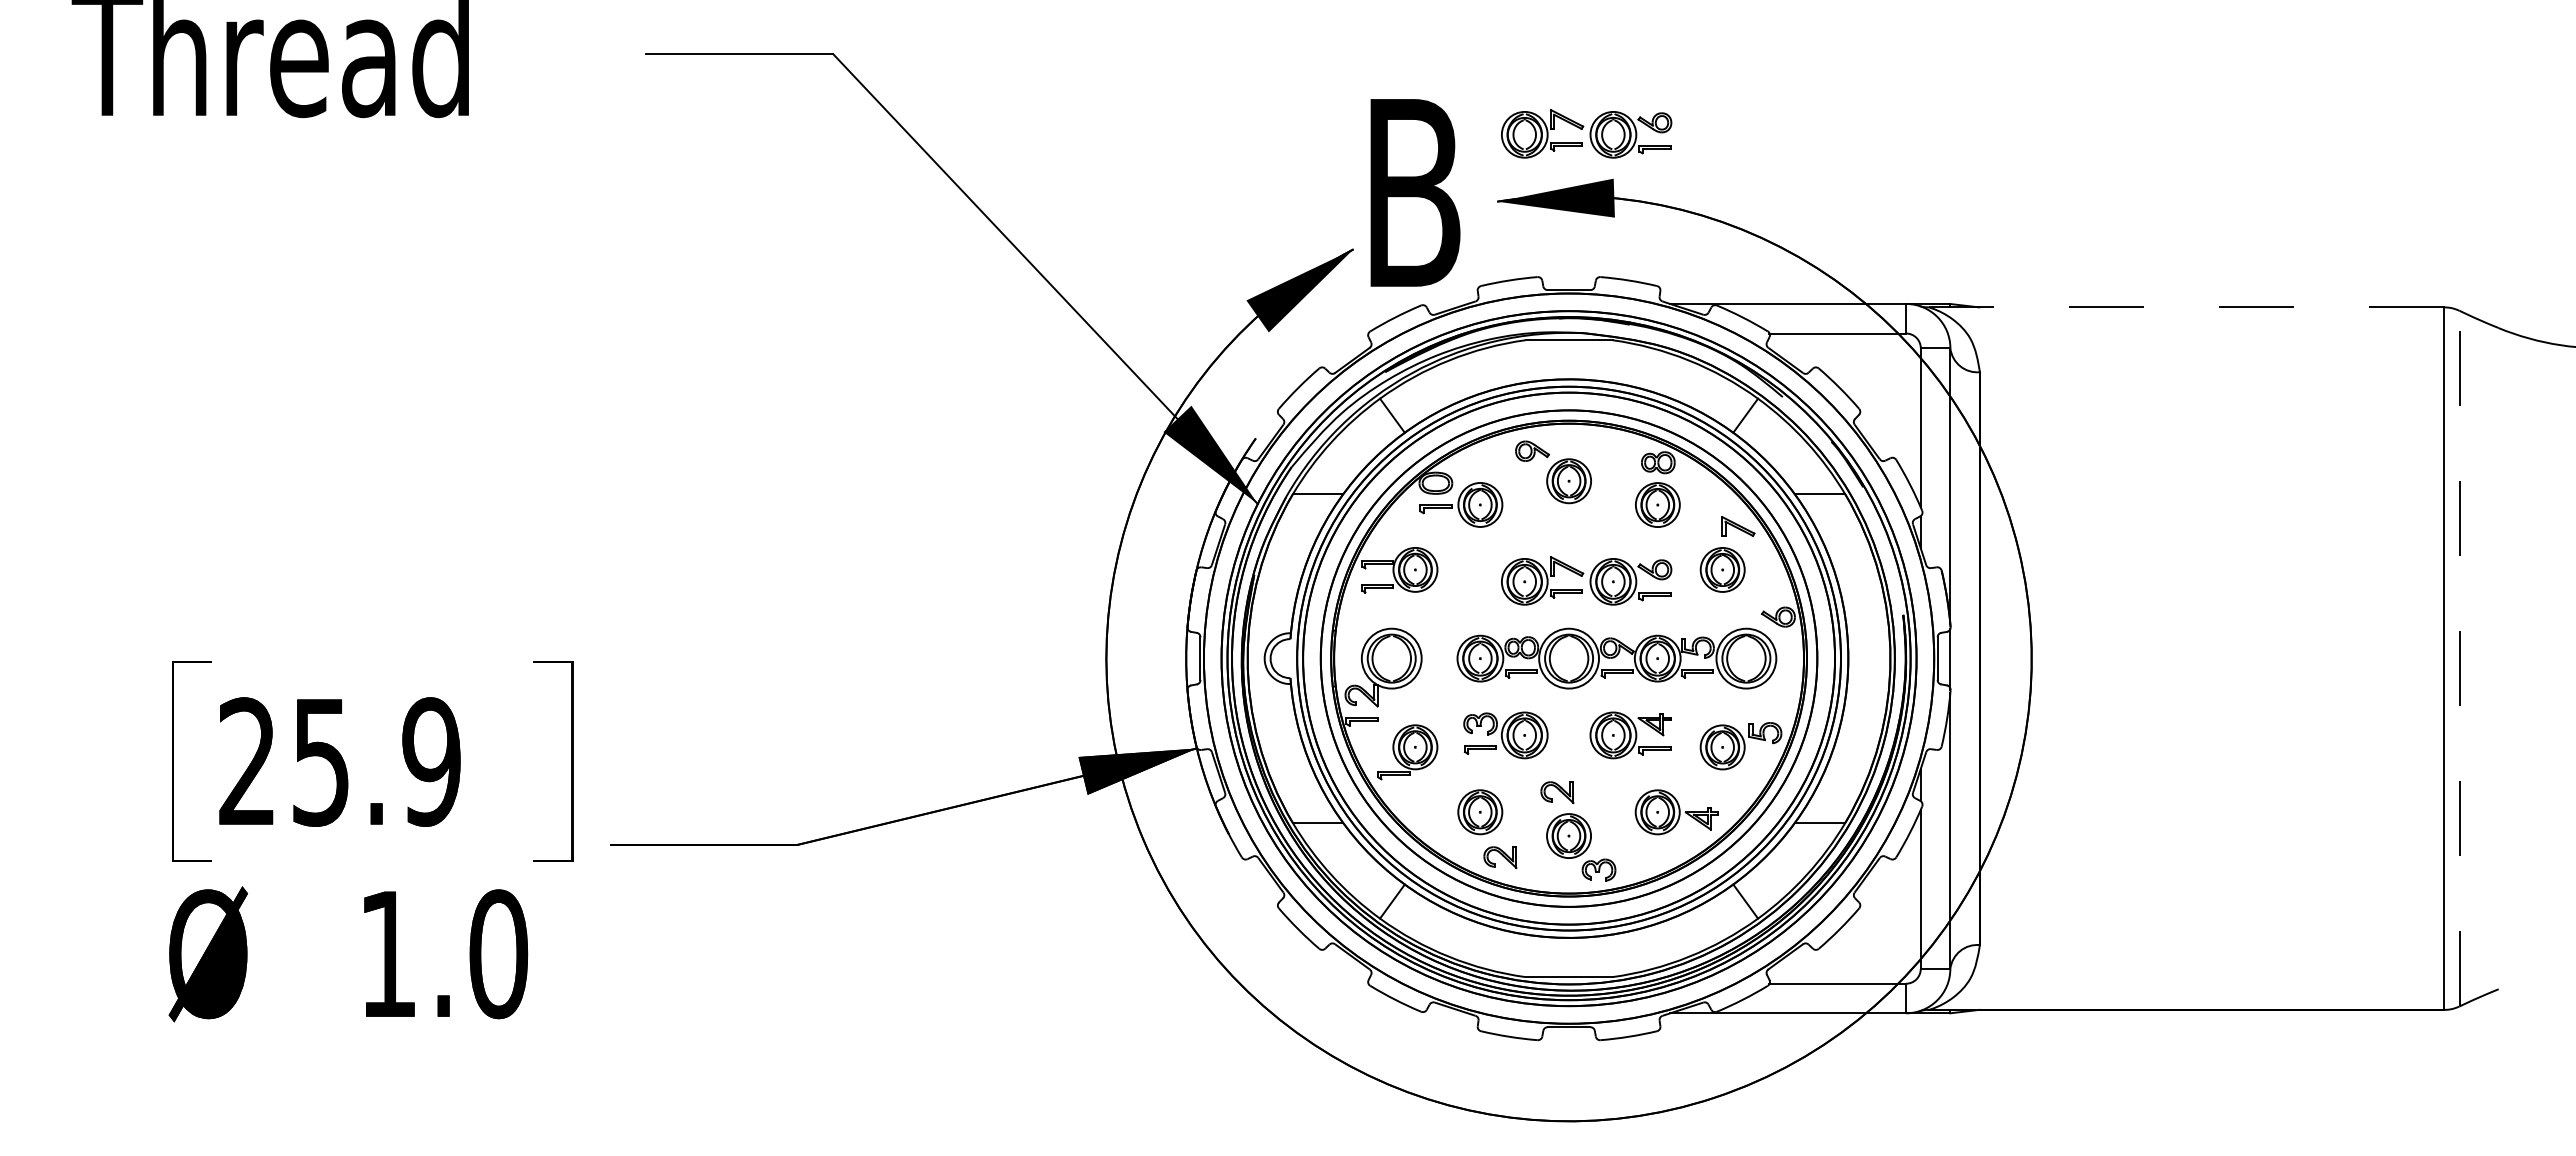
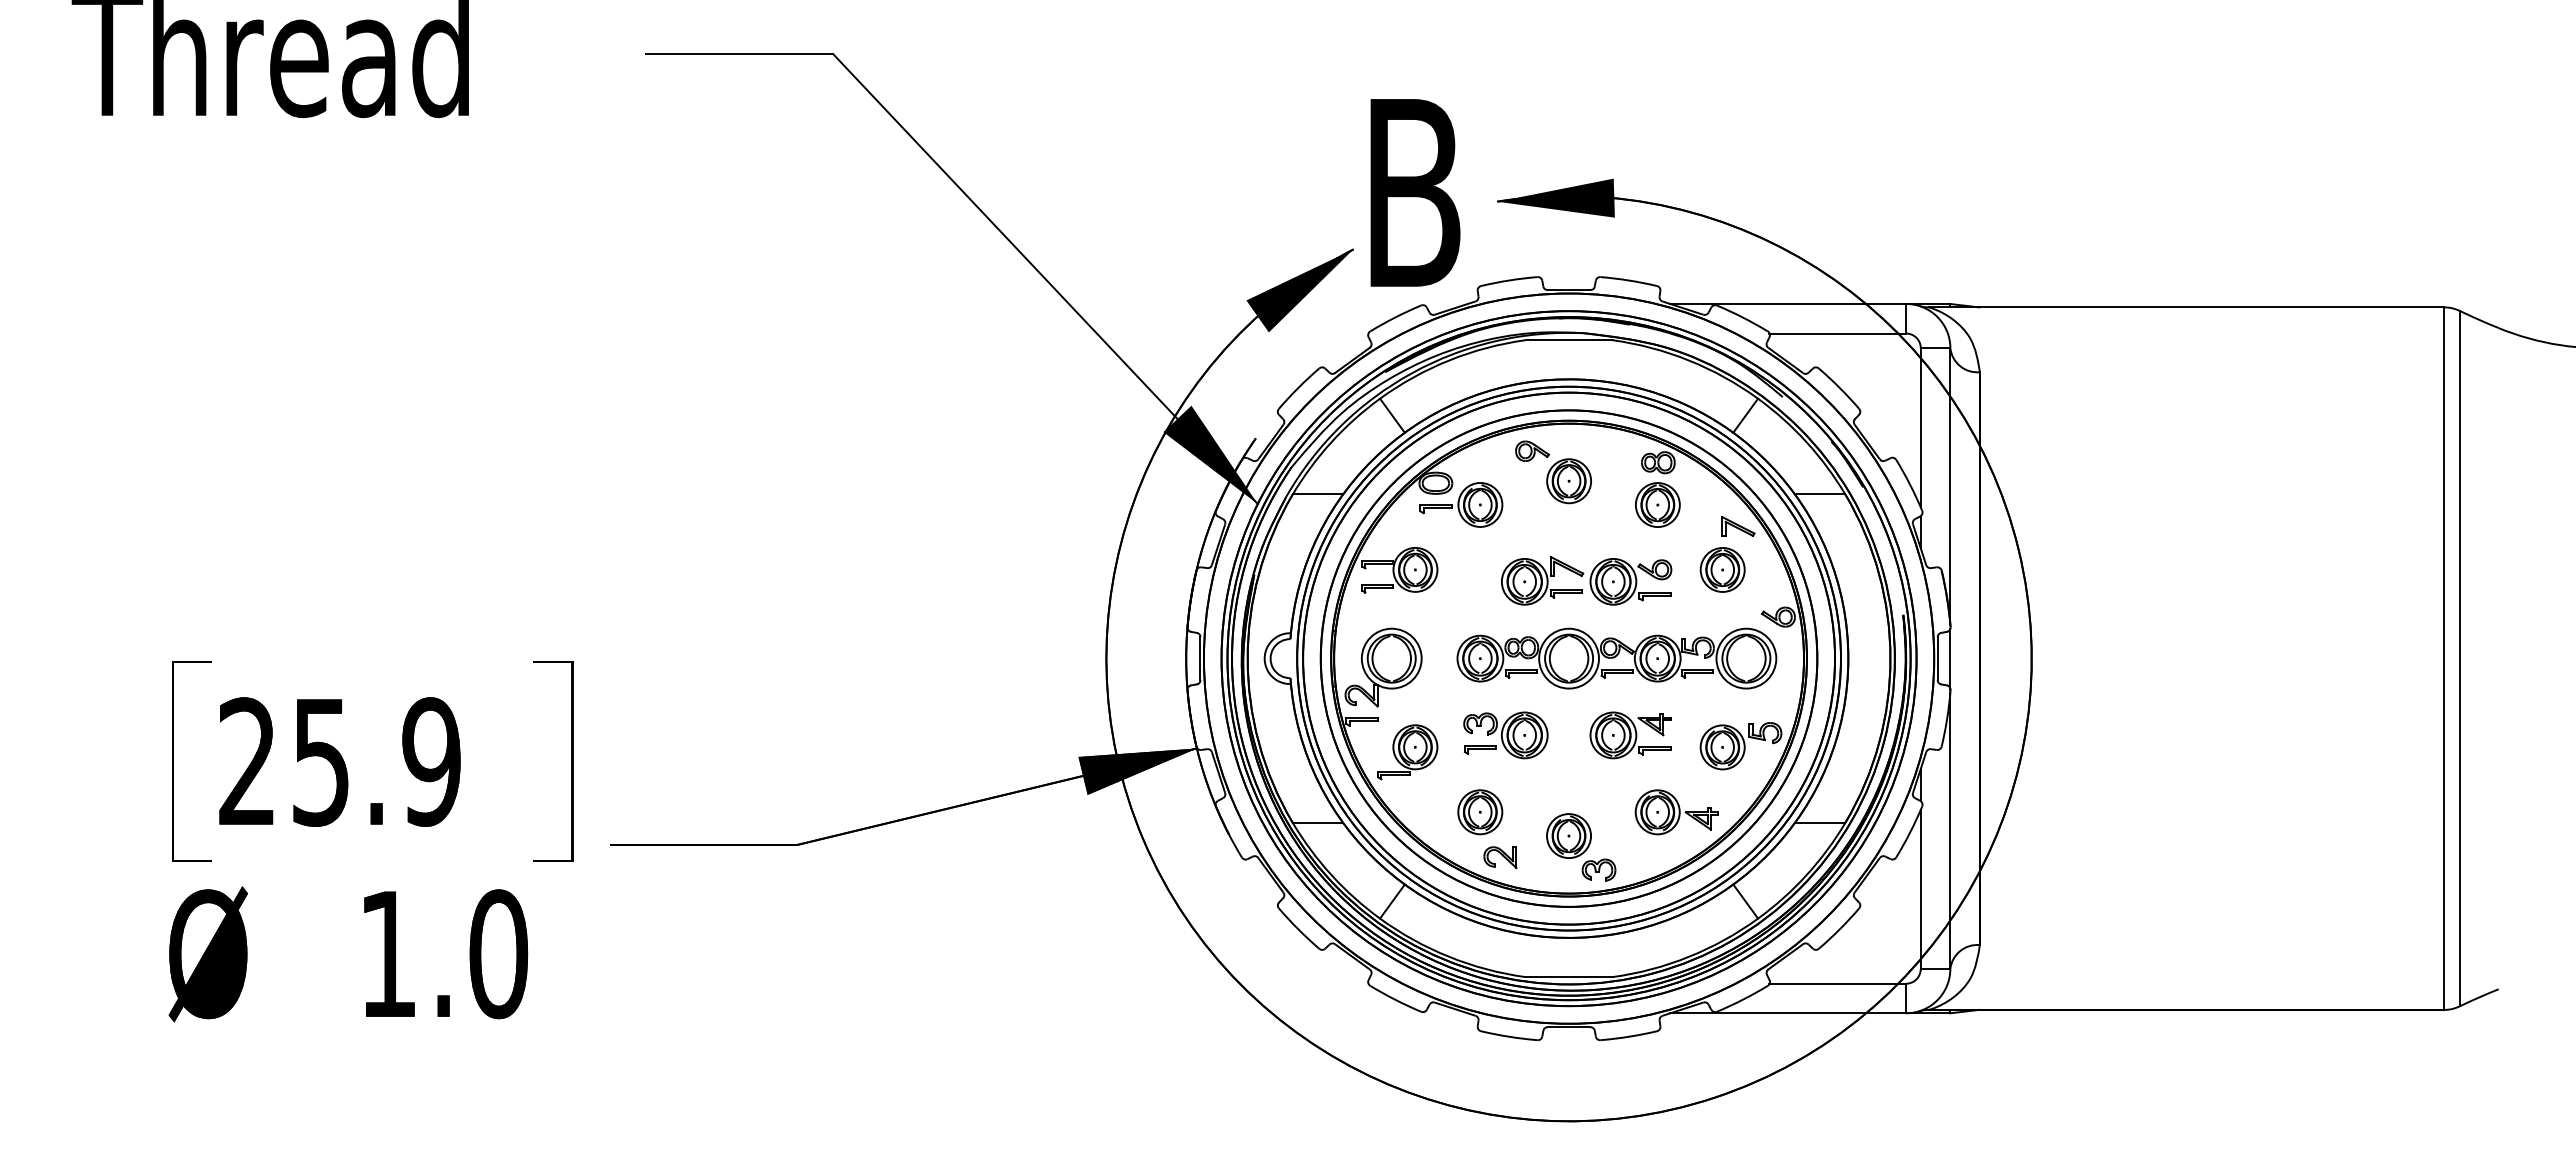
part at (1586, 133): present -> none
line at (2186, 307): dashed -> solid
line at (2459, 658): dashed -> solid
part at (1557, 792): present -> none
